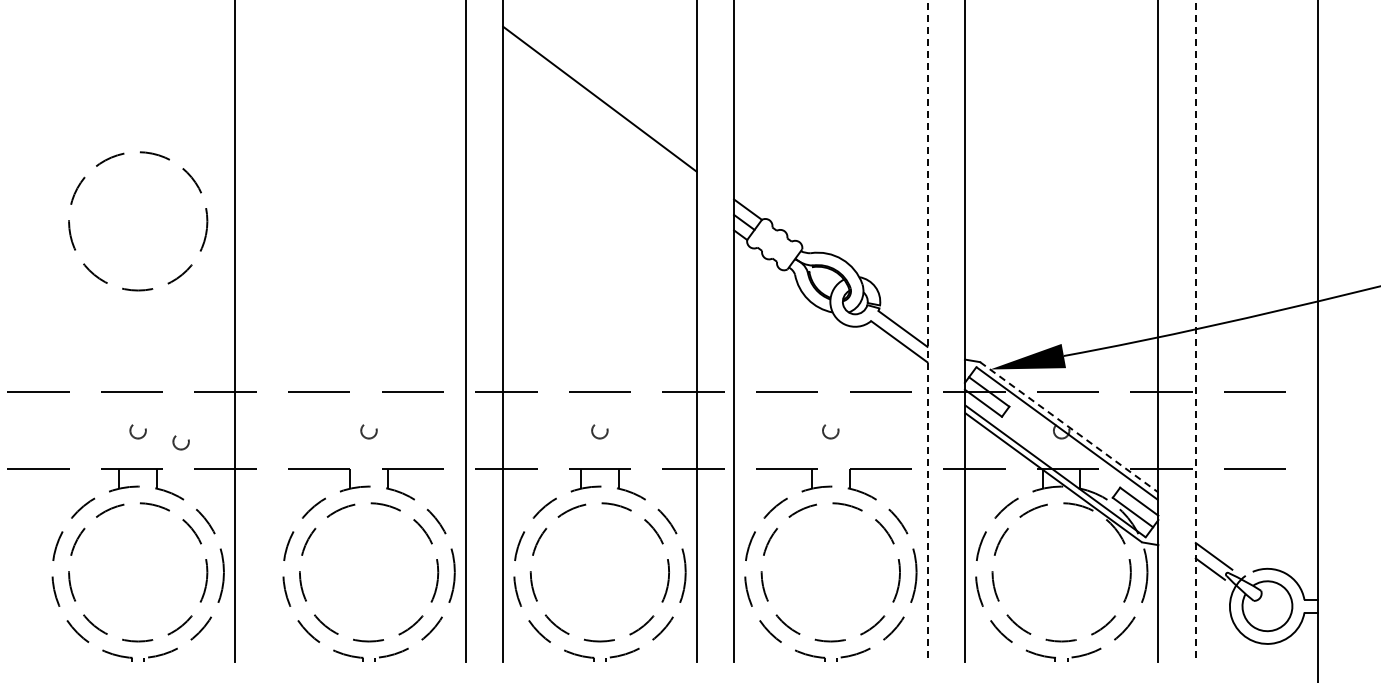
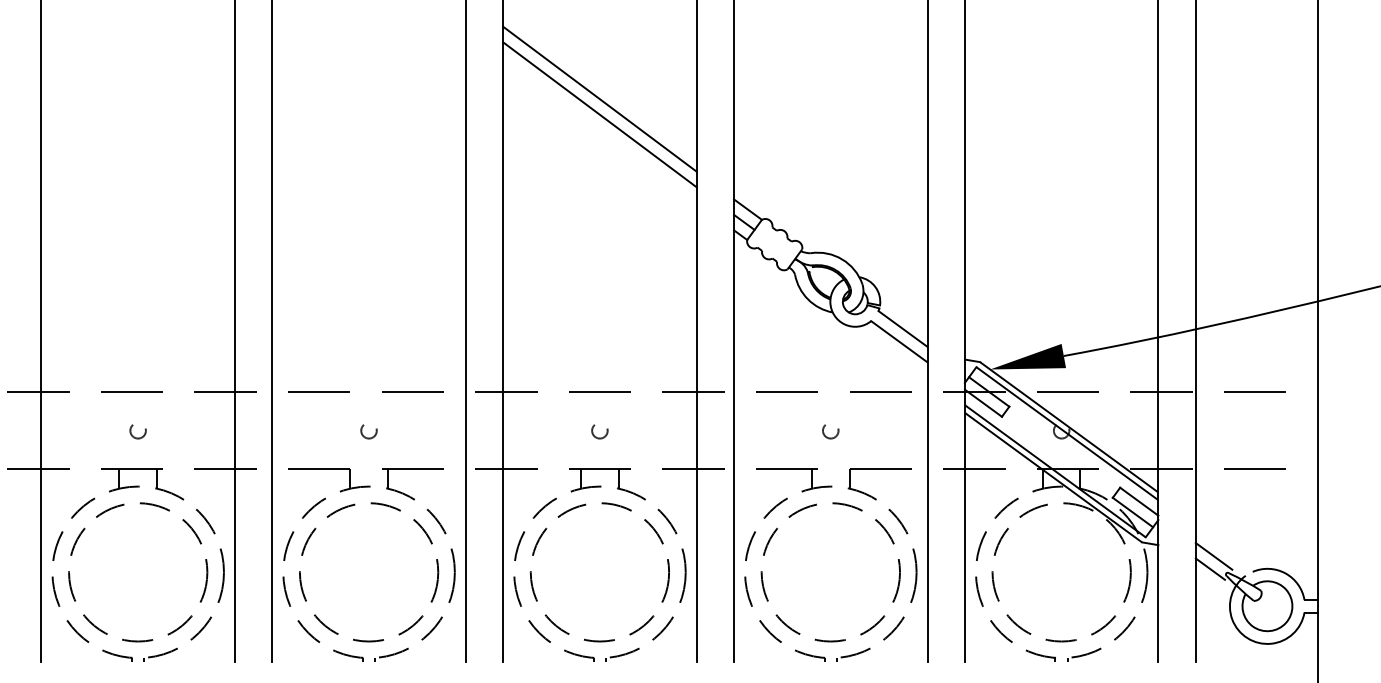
line at (599, 114): none -> present
circle at (138, 221): present -> none
line at (927, 331): dashed -> solid
line at (1195, 331): dashed -> solid
line at (41, 332): none -> present
line at (272, 332): none -> present
line at (1069, 427): dashed -> solid
circle at (180, 442): present -> none
